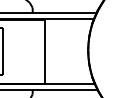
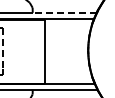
line at (64, 12): solid -> dashed
line at (3, 49): solid -> dashed
